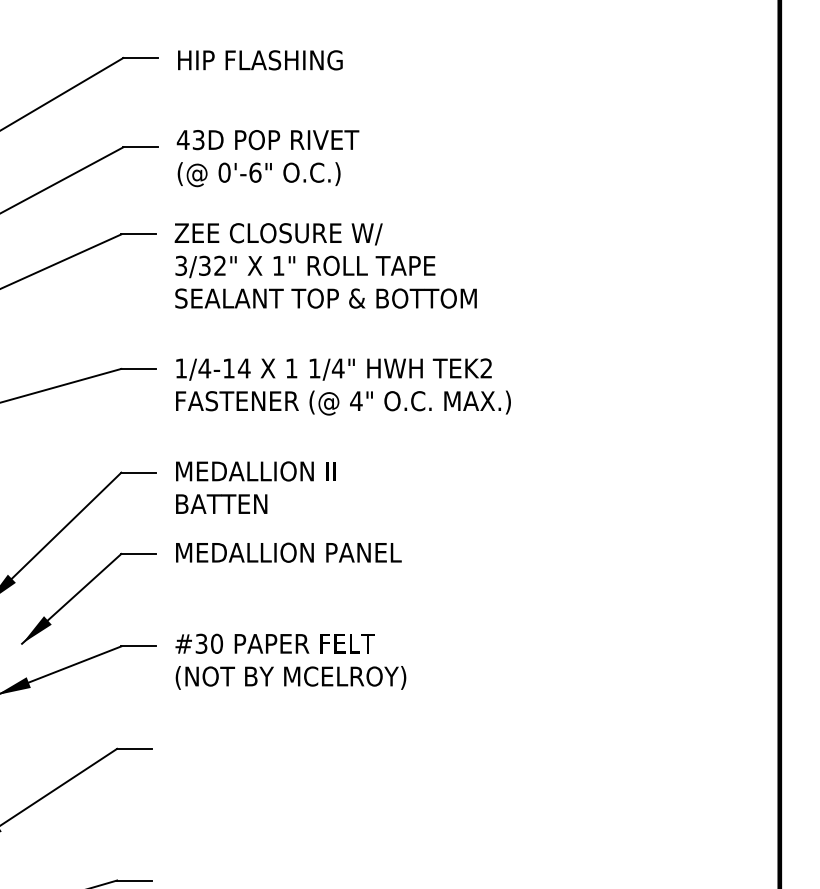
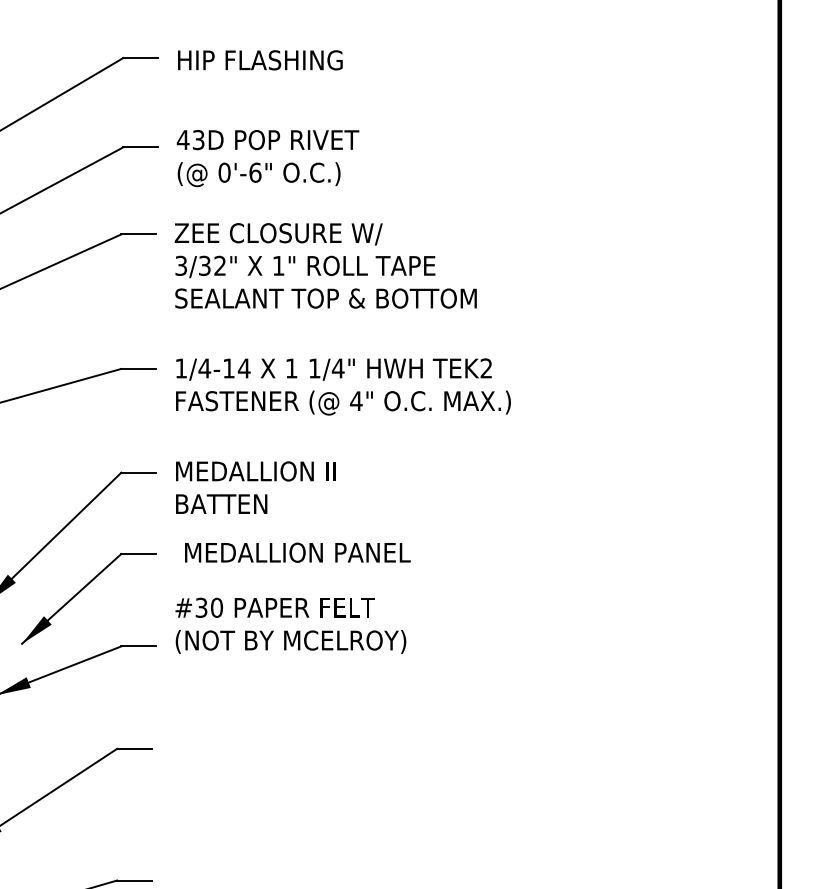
text at (288, 552) position: (288, 552) -> (297, 552)
text at (290, 661) position: (290, 661) -> (290, 625)
